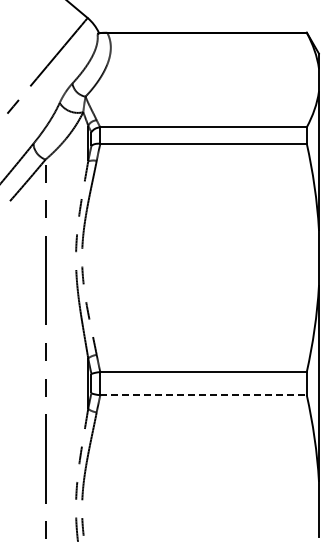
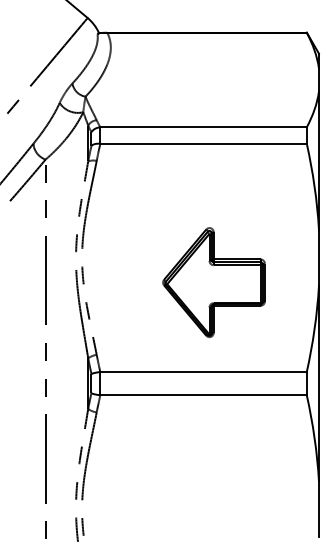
part at (213, 282): none -> present
line at (204, 395): dashed -> solid
